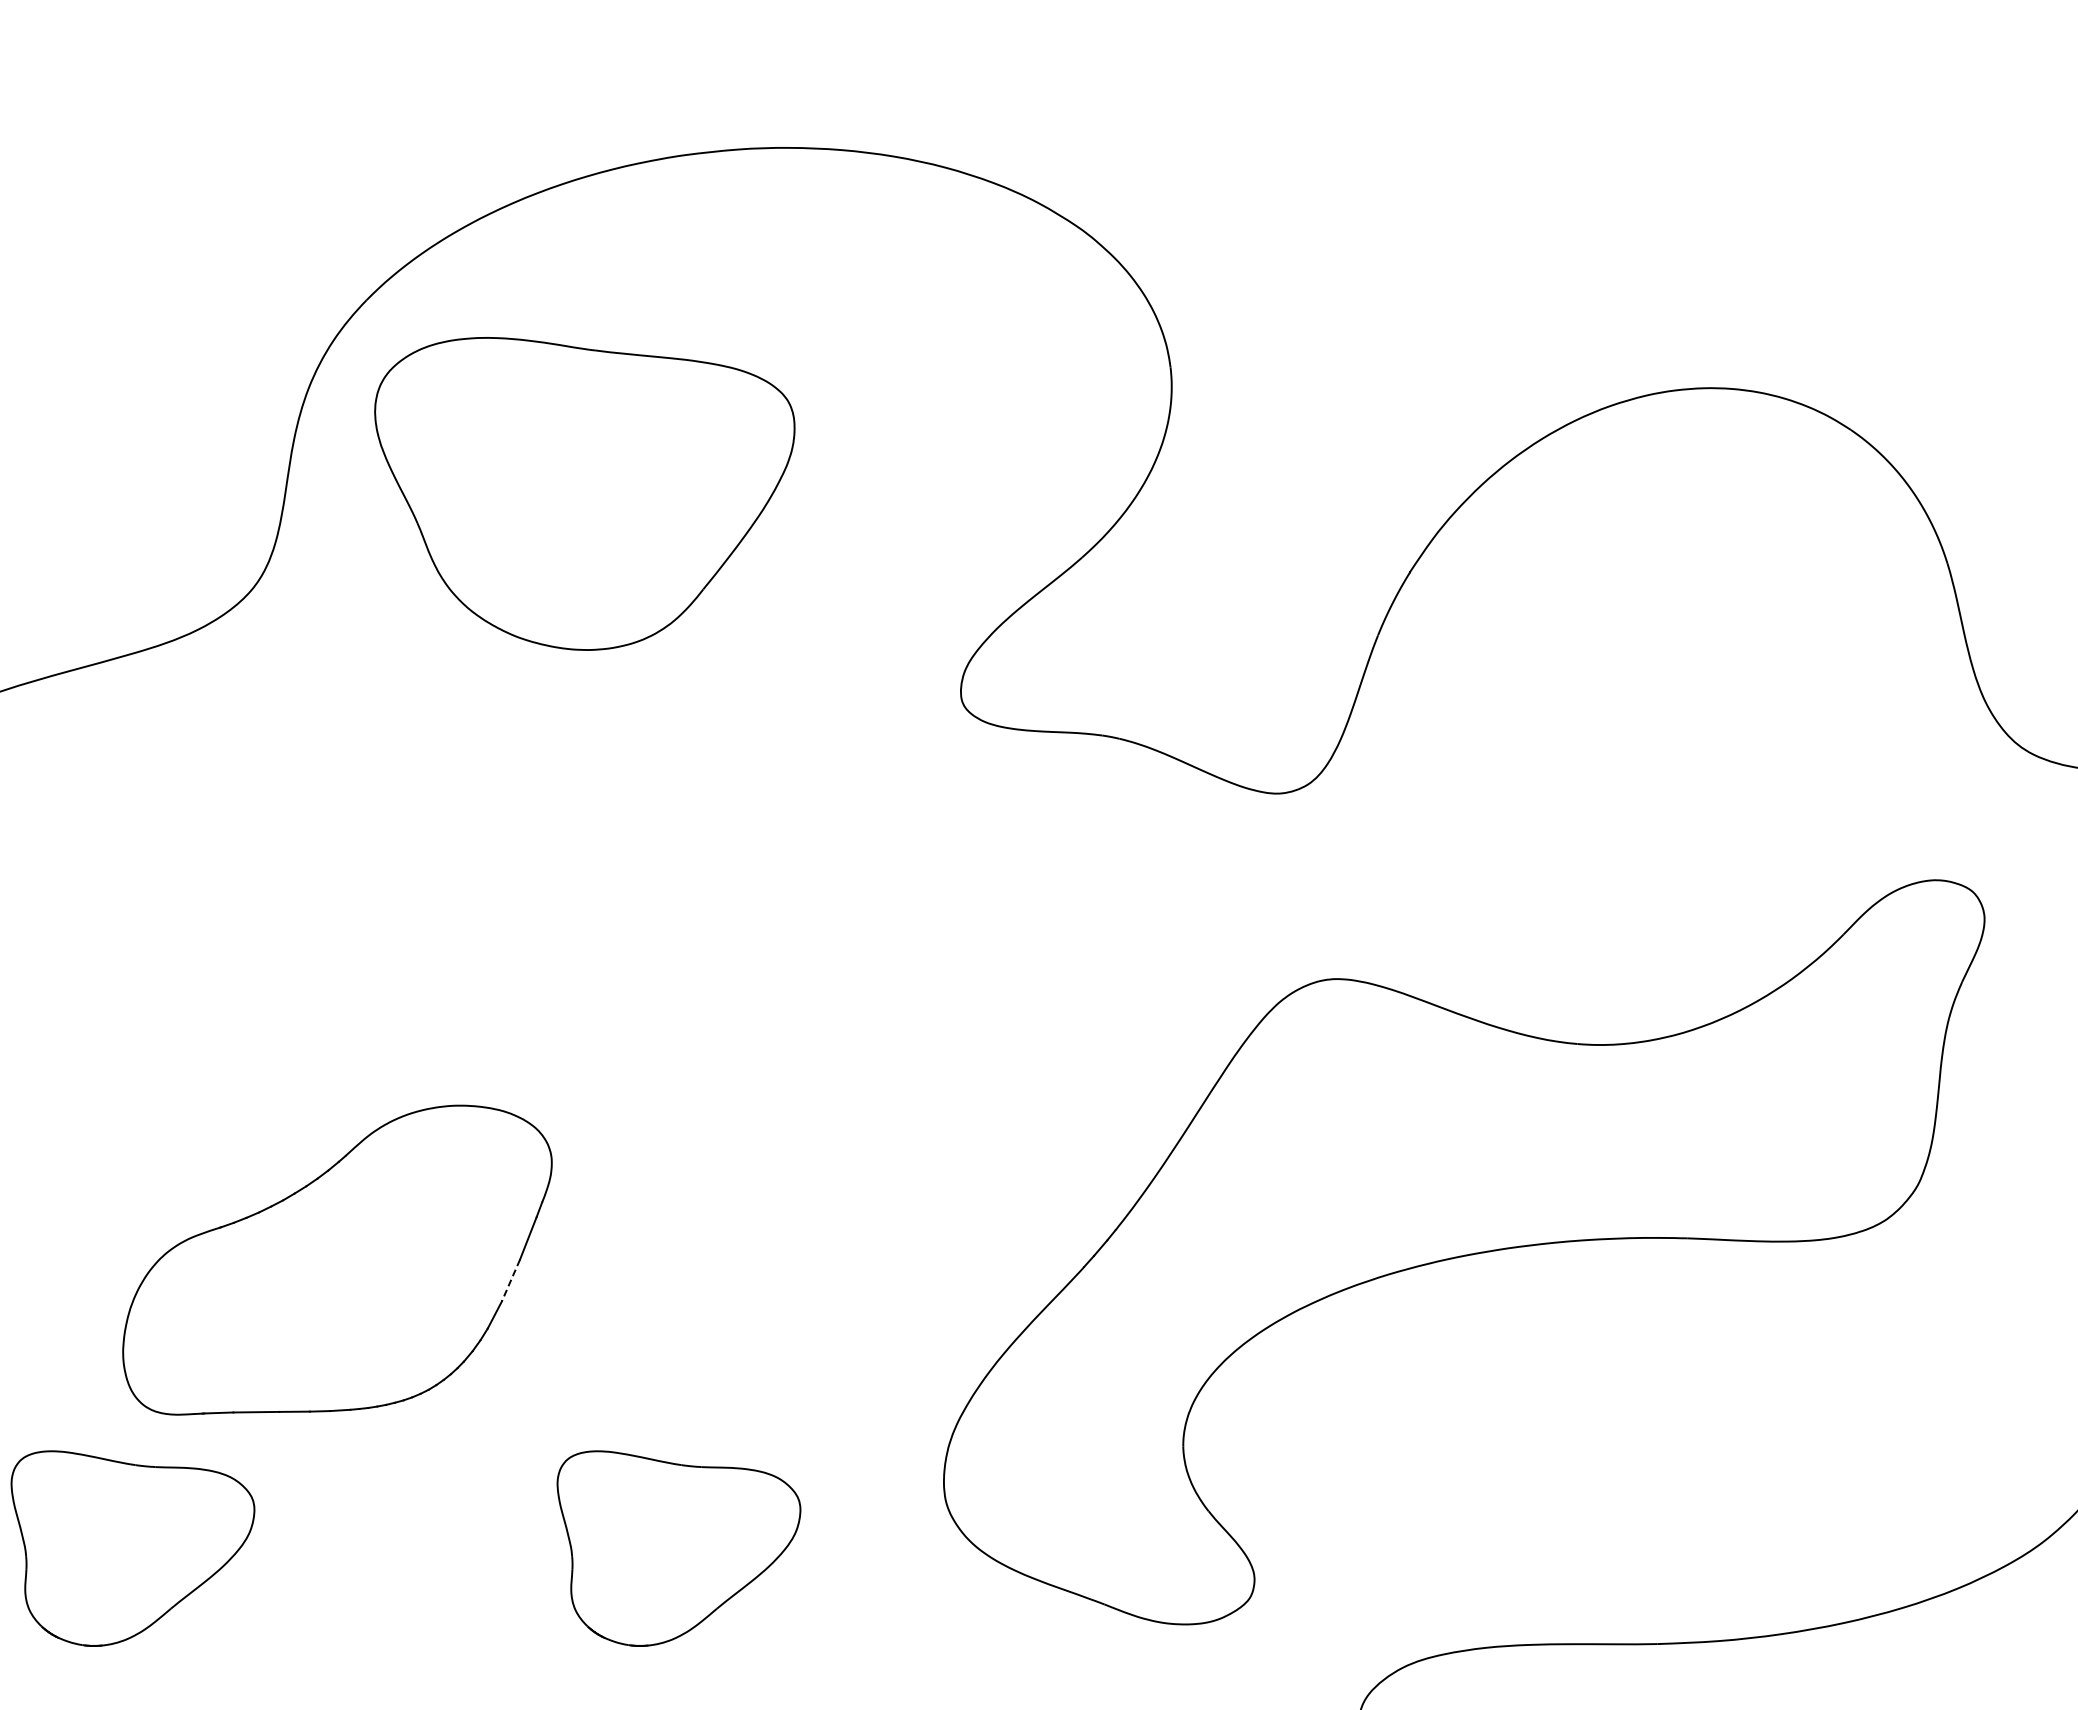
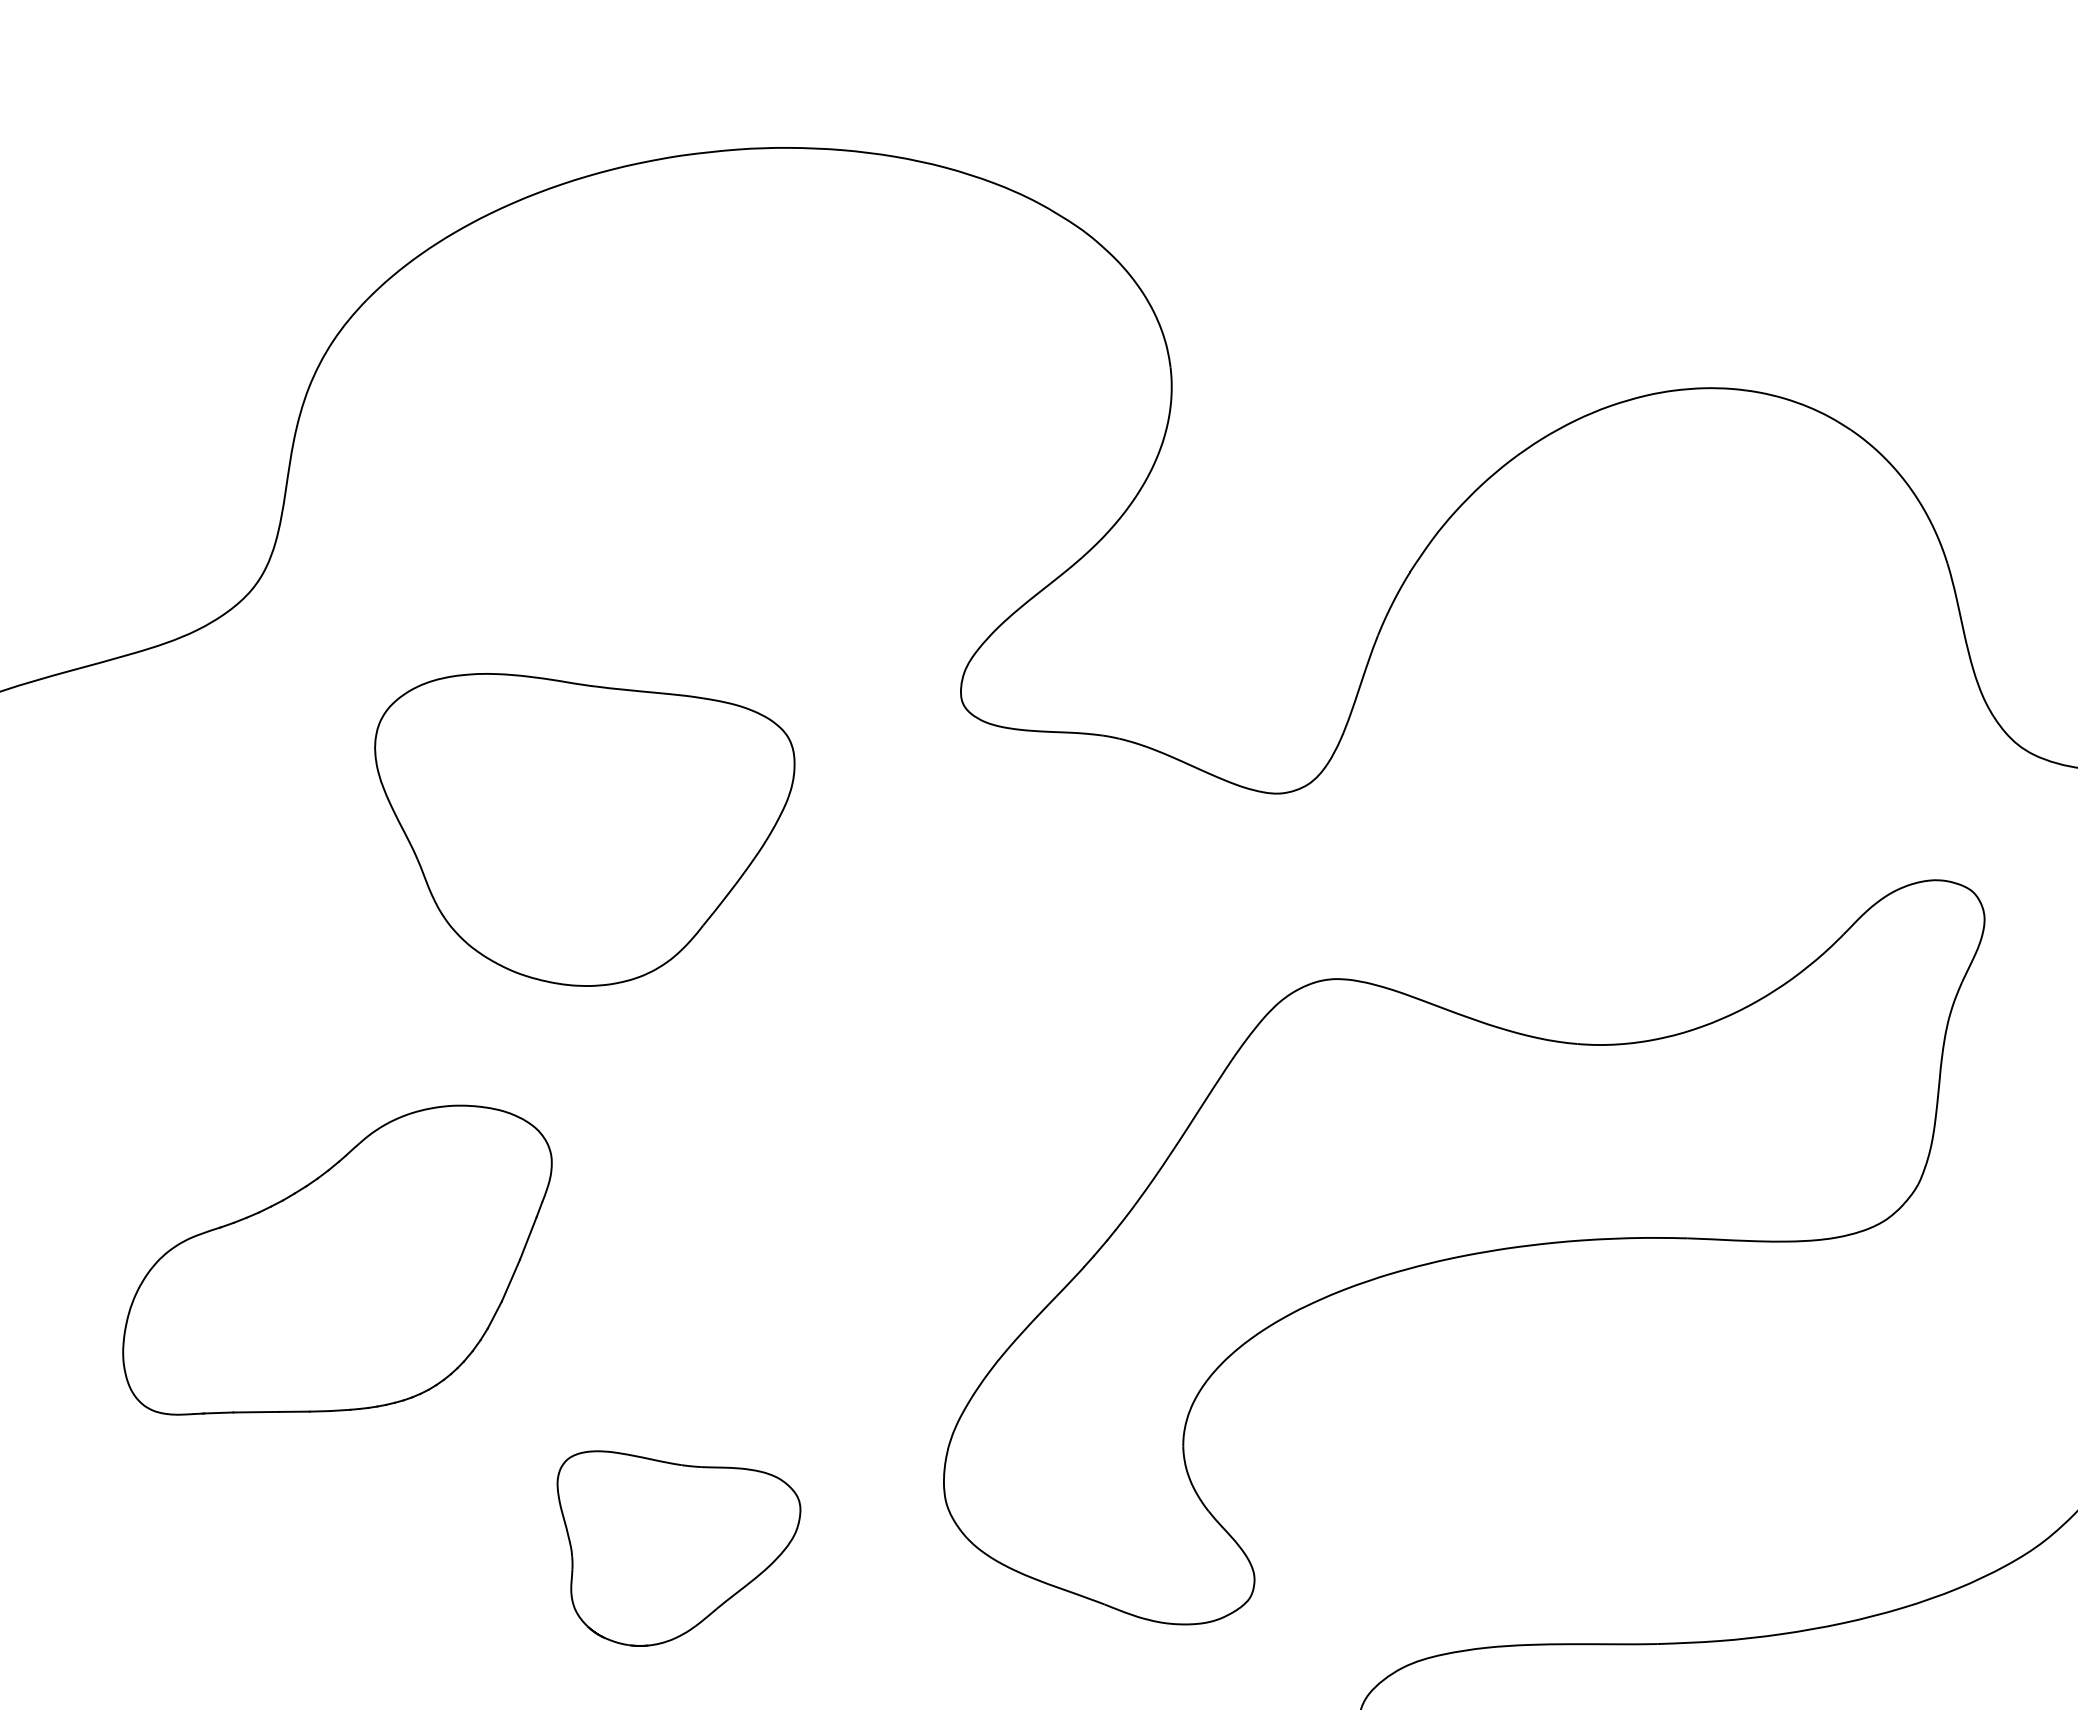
part at (584, 493) position: (584, 493) -> (584, 829)
line at (510, 1280): dashed -> solid
part at (132, 1548): present -> none
